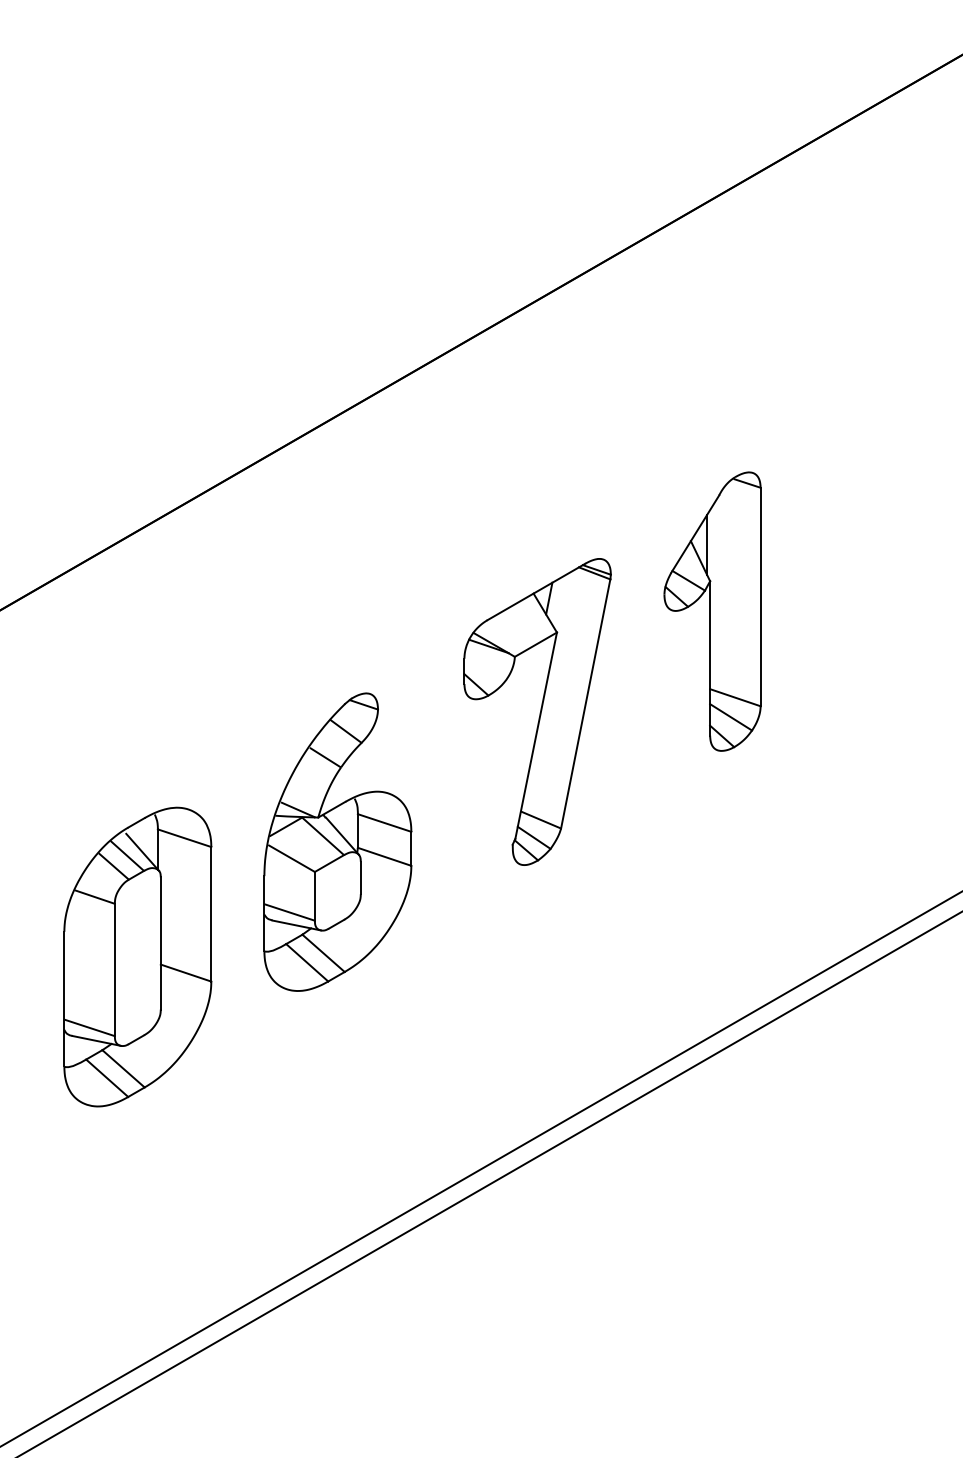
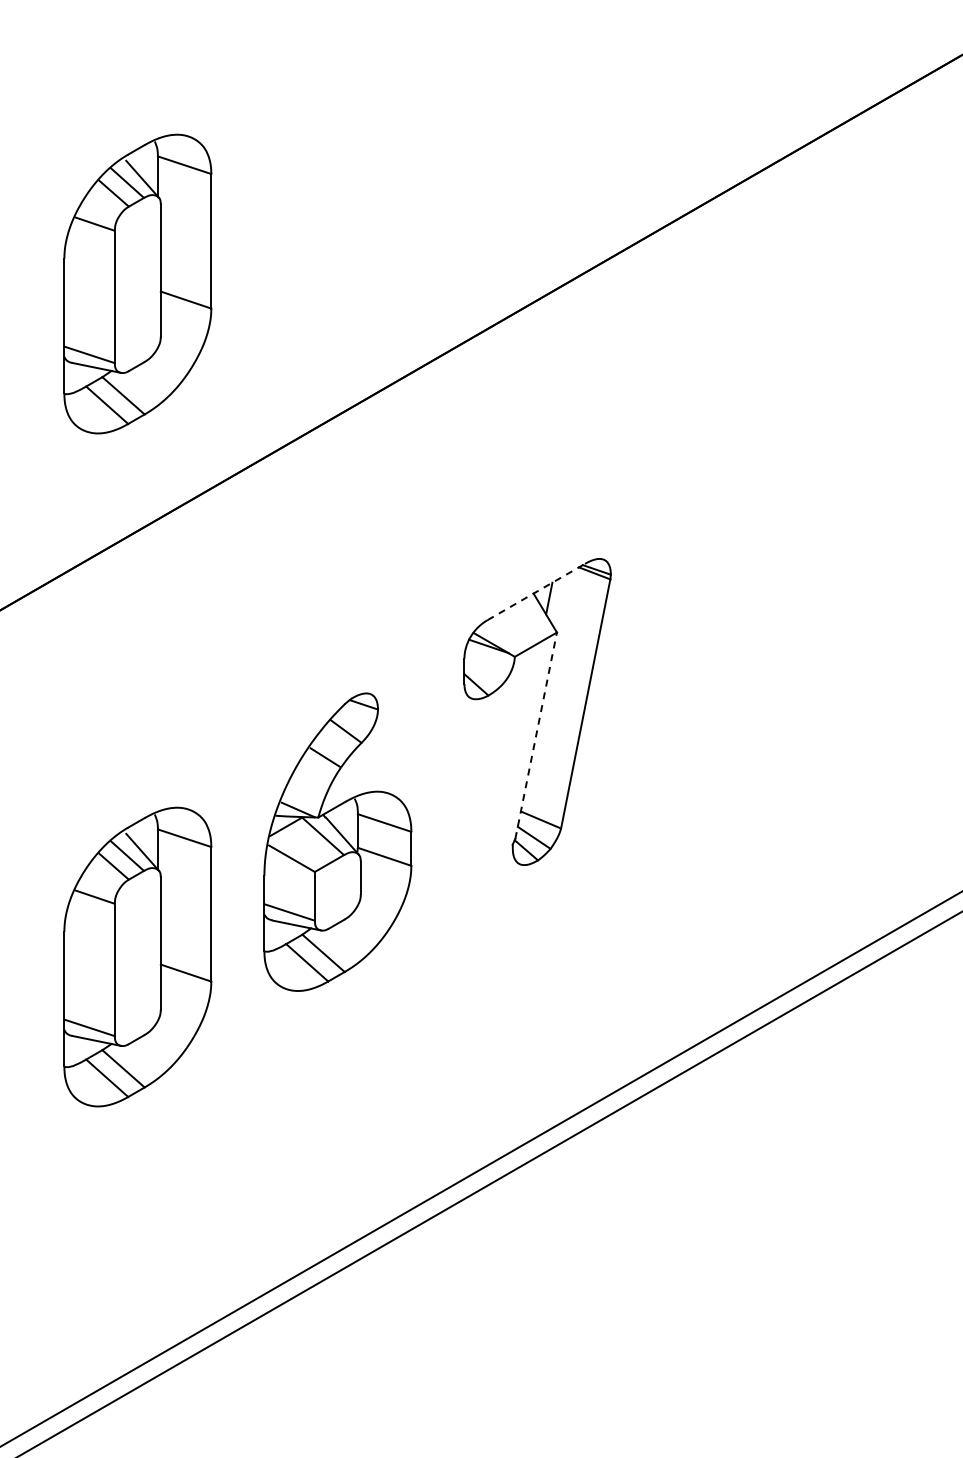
part at (137, 283): none -> present
line at (536, 591): solid -> dashed
part at (712, 611): present -> none
line at (536, 735): solid -> dashed
